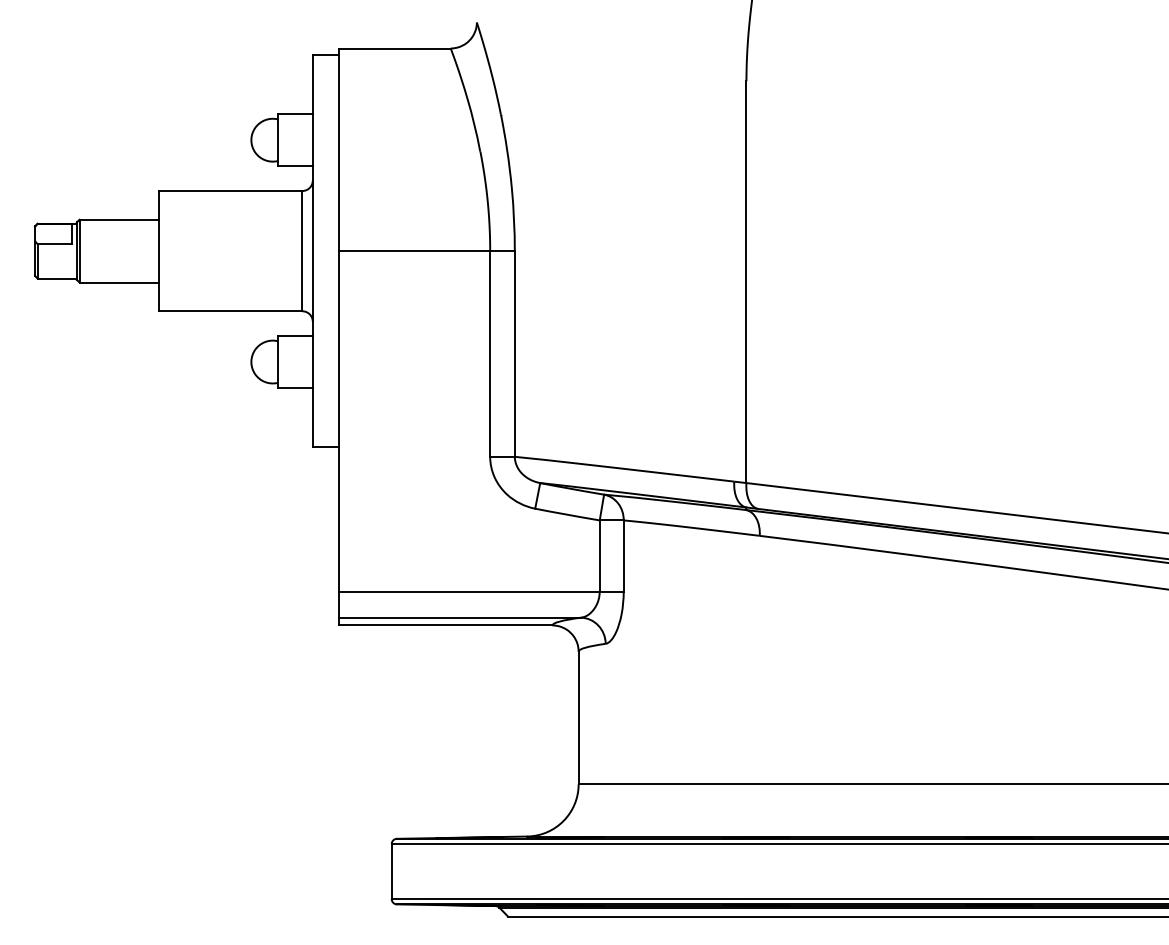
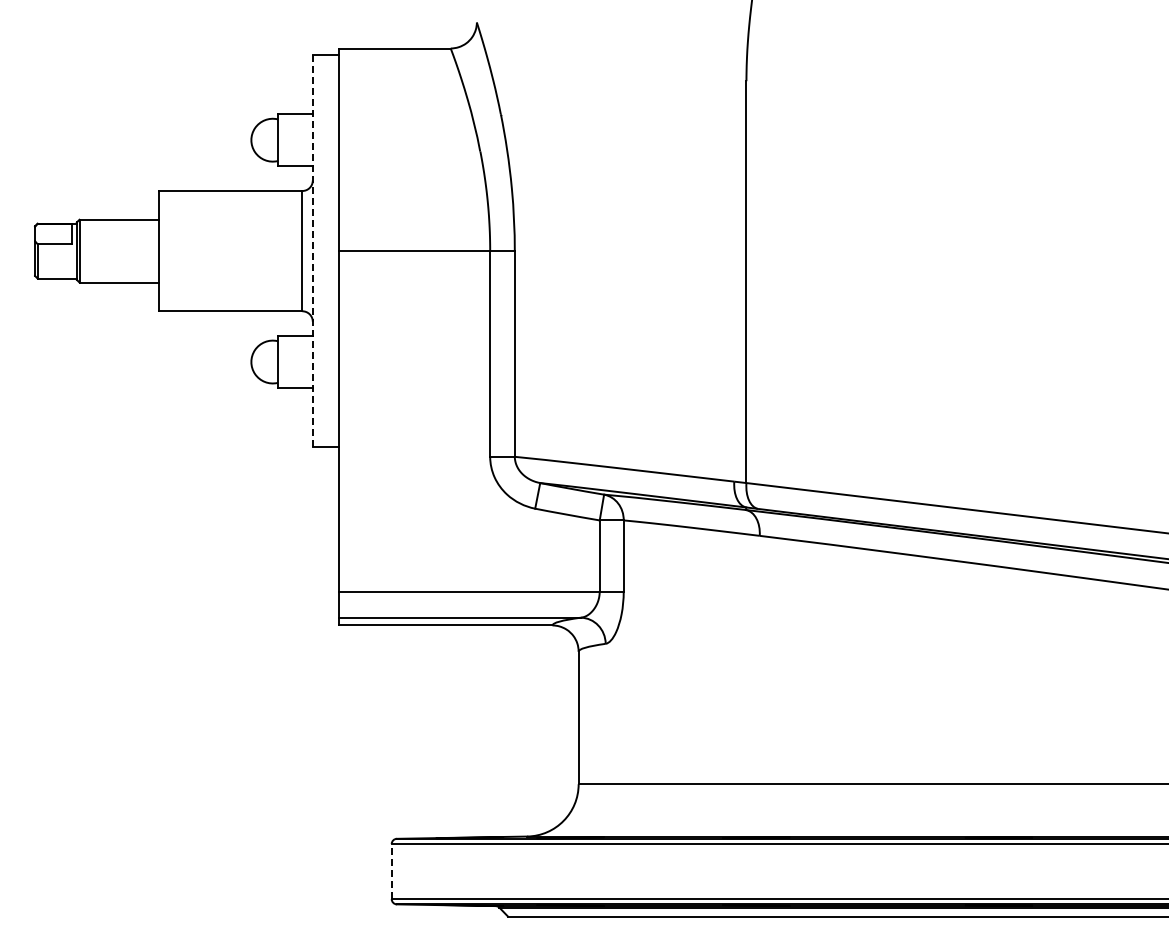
line at (312, 250): solid -> dashed
line at (391, 871): solid -> dashed
